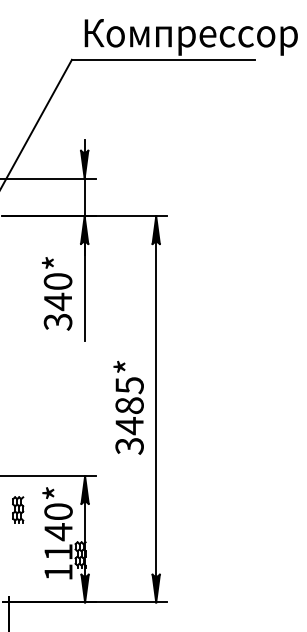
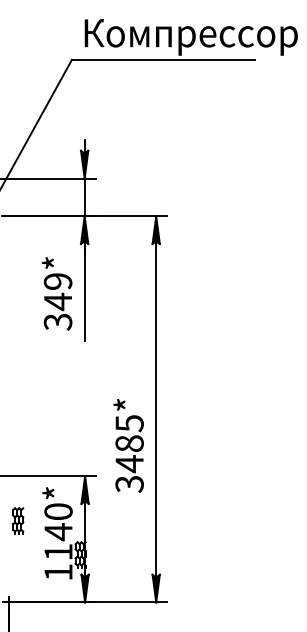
text at (57, 281): 340* -> 349*
text at (128, 407) position: (128, 407) -> (128, 445)
part at (18, 509) position: (18, 509) -> (18, 520)
